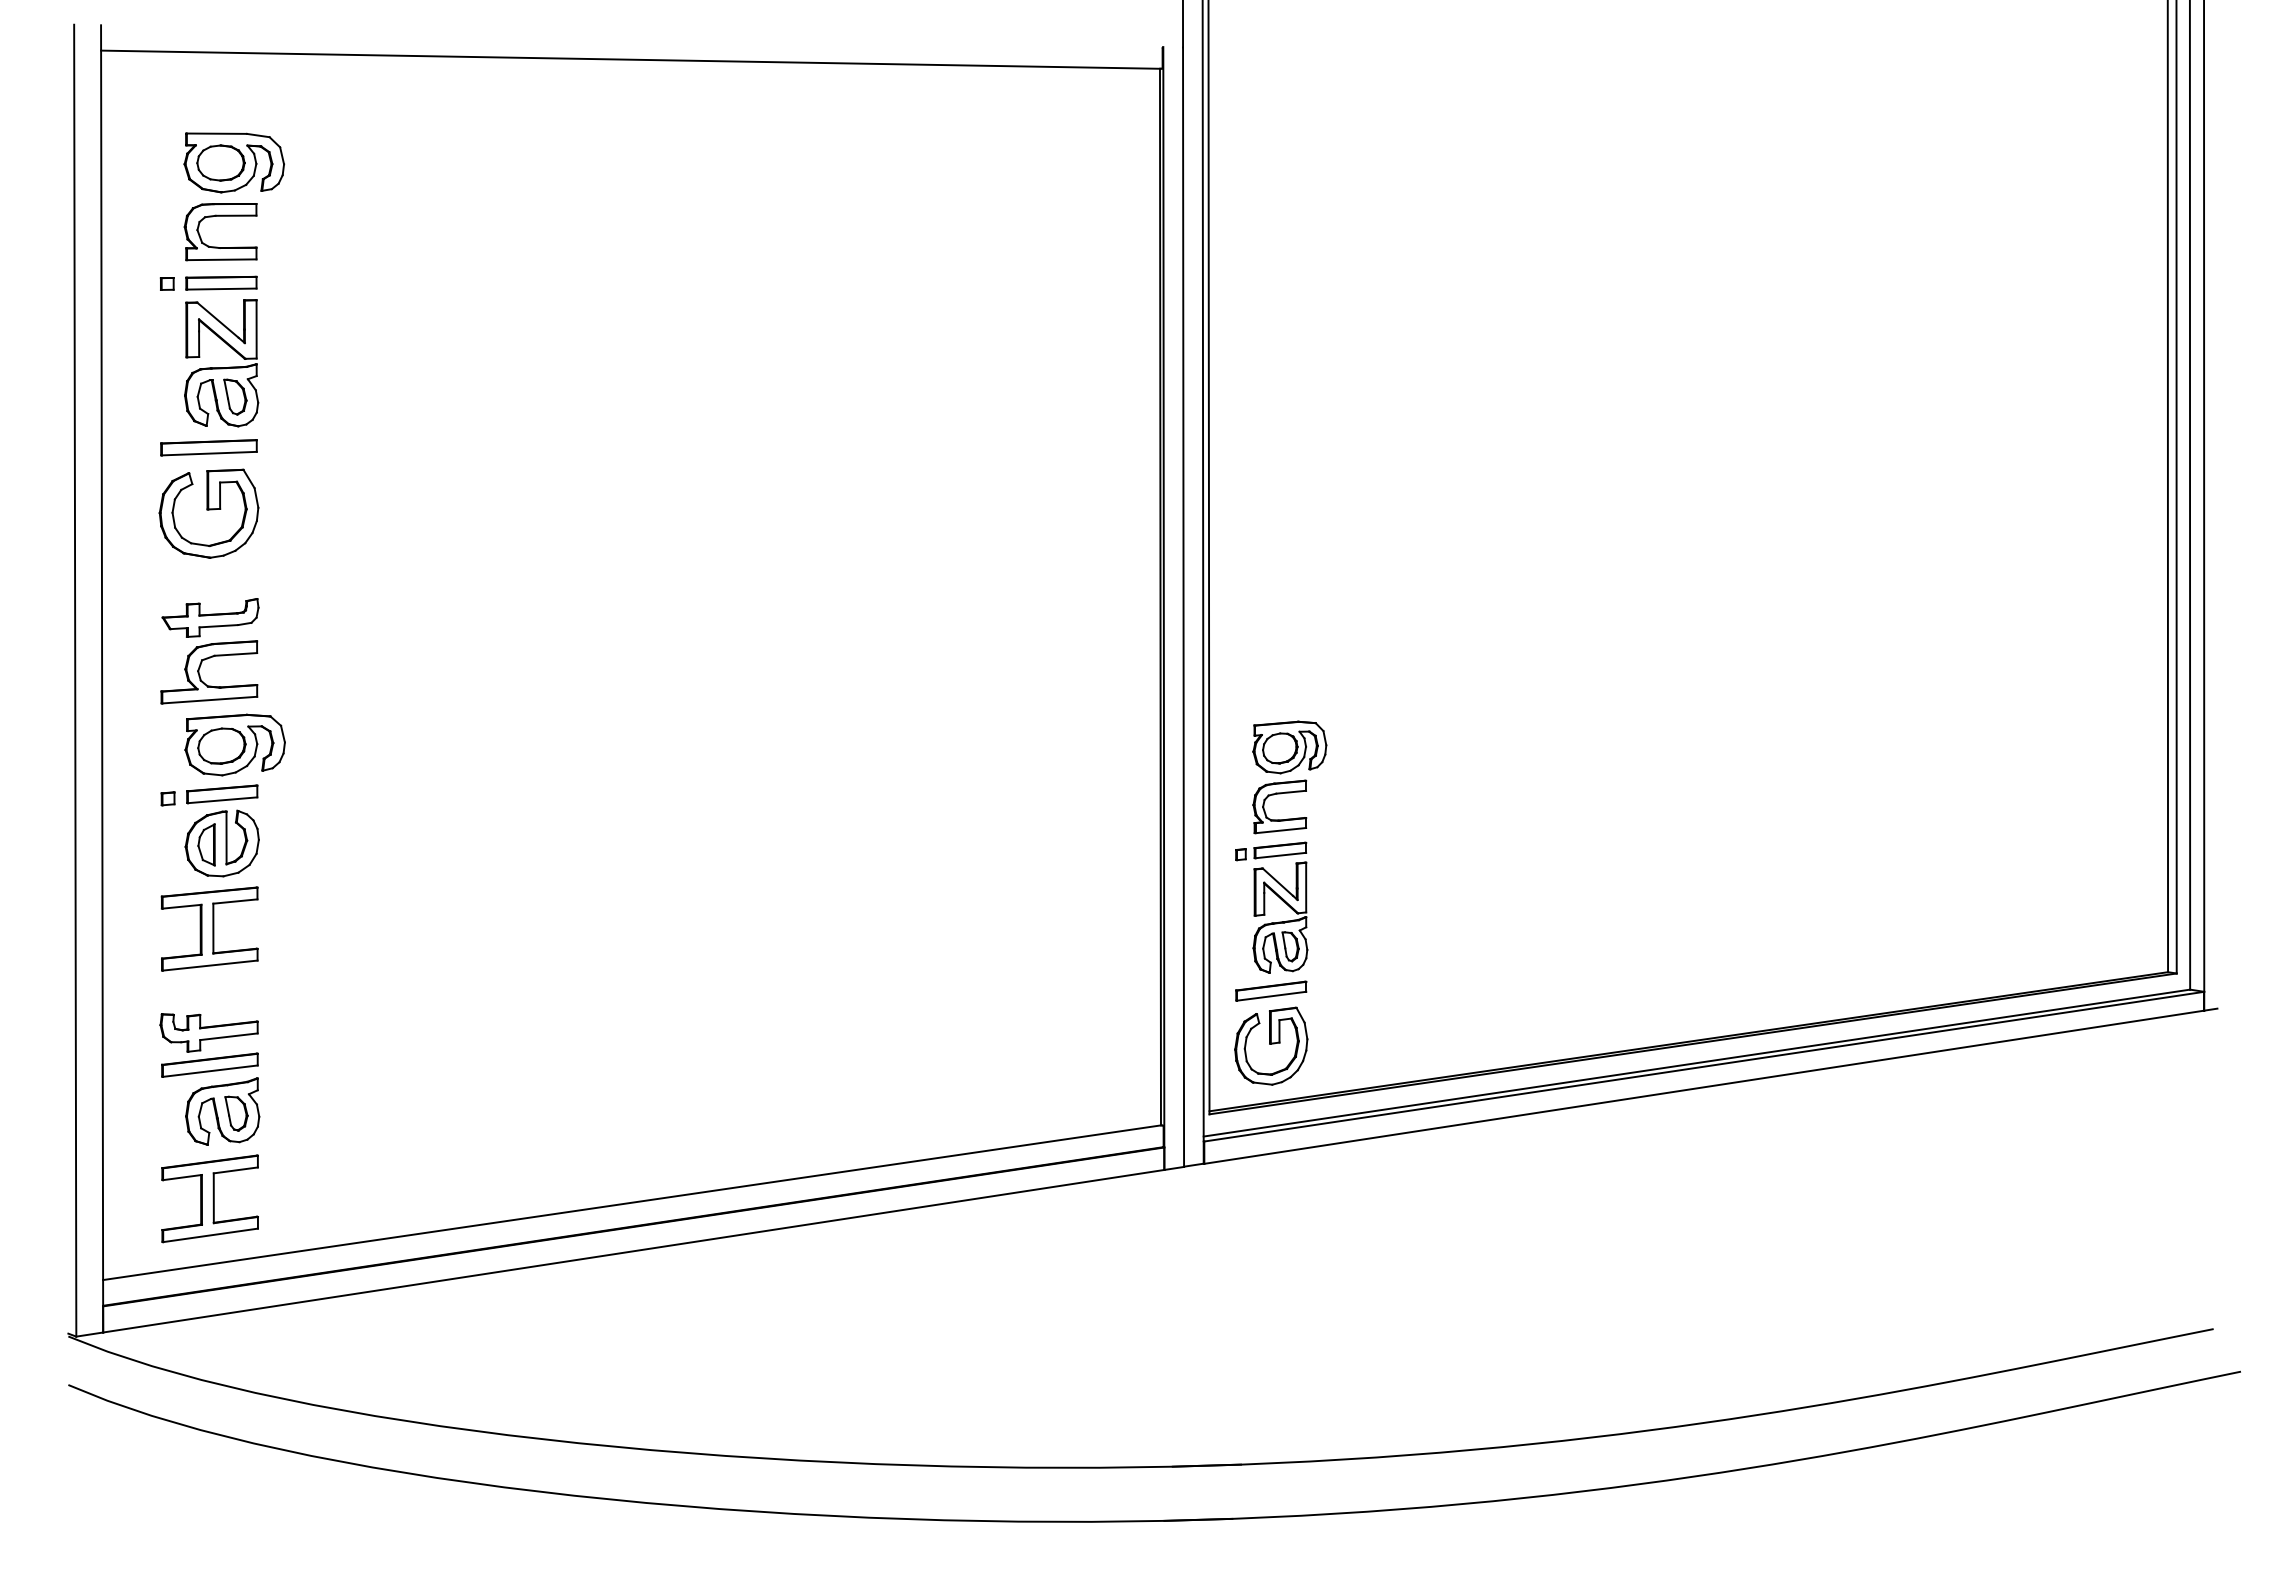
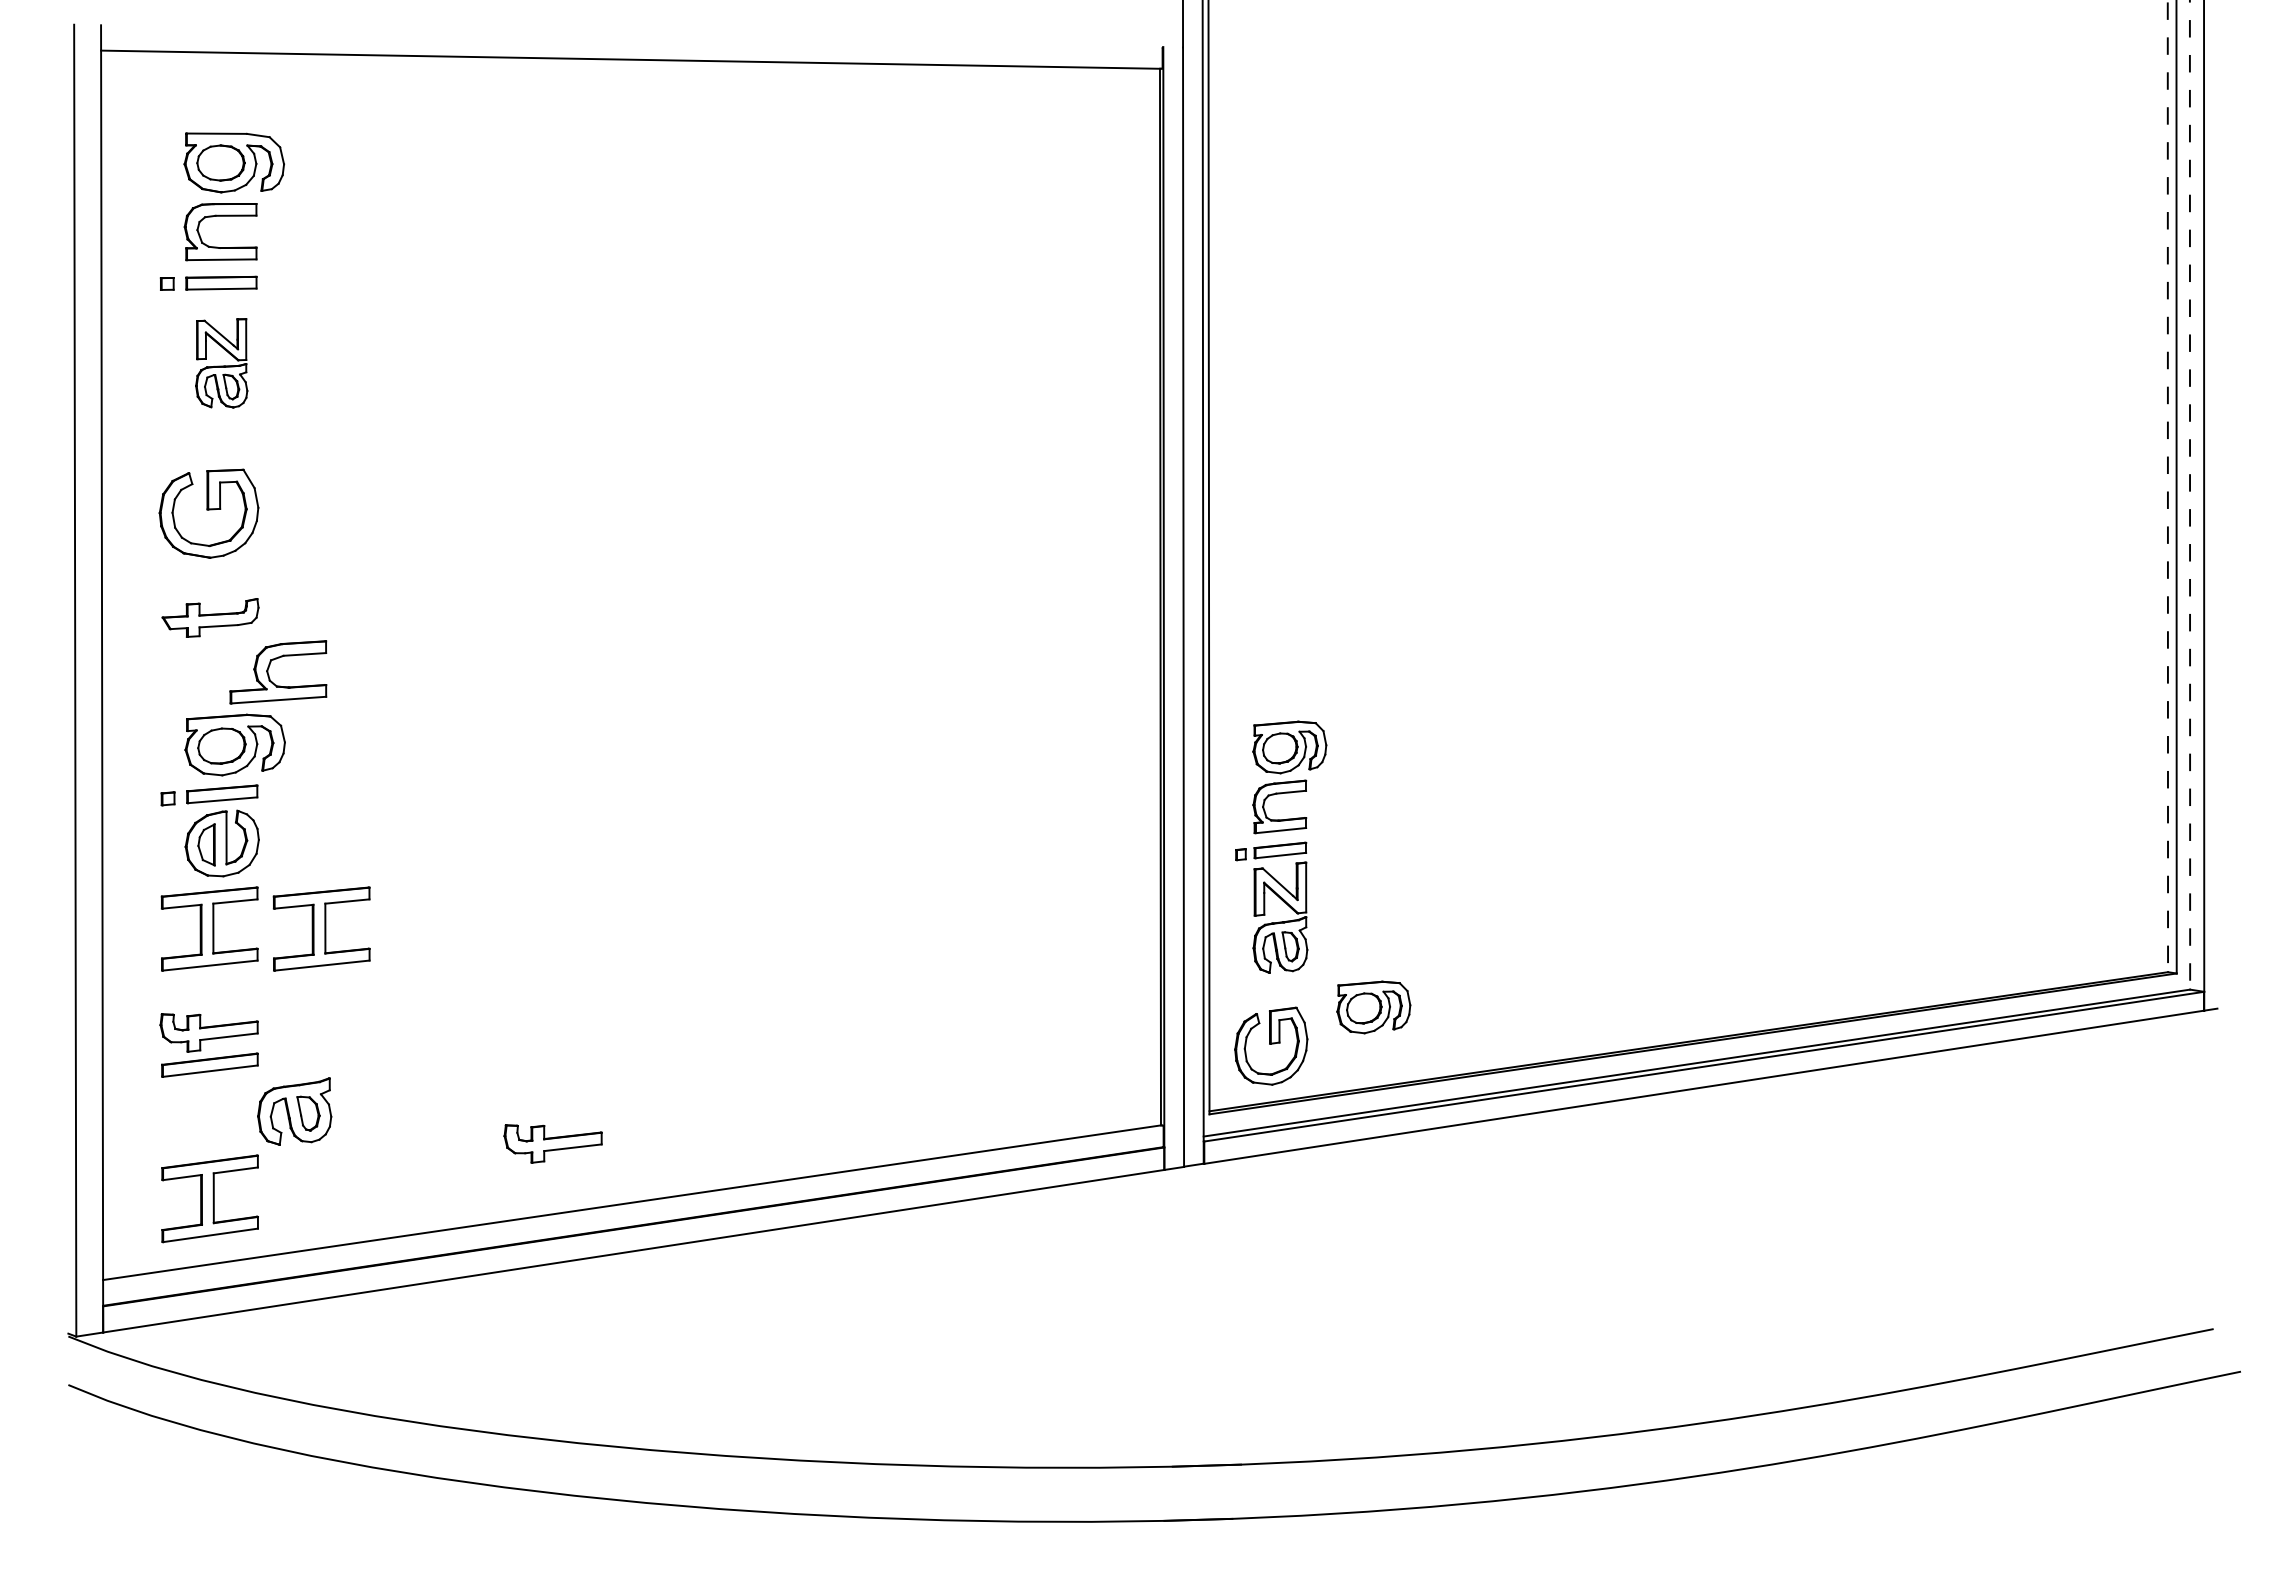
part at (221, 363) size: 76x129 px -> 54x91 px
part at (208, 447): present -> none
line at (2167, 486): solid -> dashed
line at (2190, 495): solid -> dashed
part at (200, 675) position: (200, 675) -> (269, 675)
part at (321, 928): none -> present
part at (1271, 990): present -> none
part at (1373, 1007): none -> present
part at (222, 1111) position: (222, 1111) -> (294, 1111)
part at (552, 1143): none -> present
